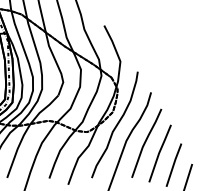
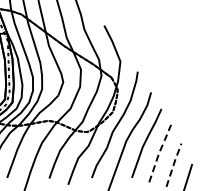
line at (159, 153): solid -> dashed
line at (174, 163): solid -> dashed
